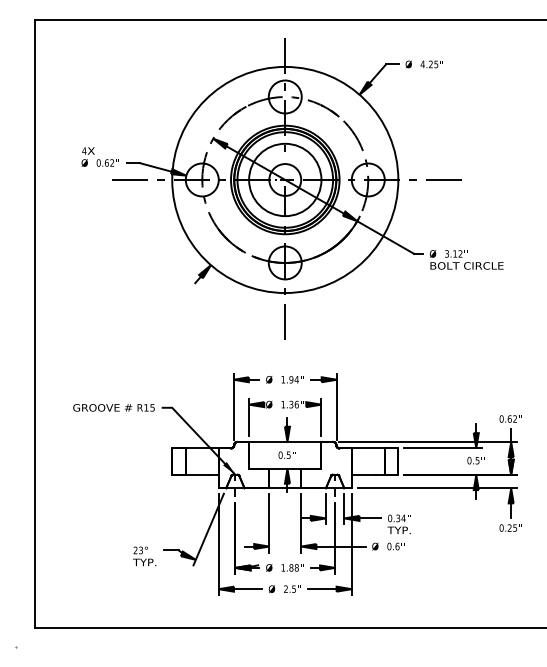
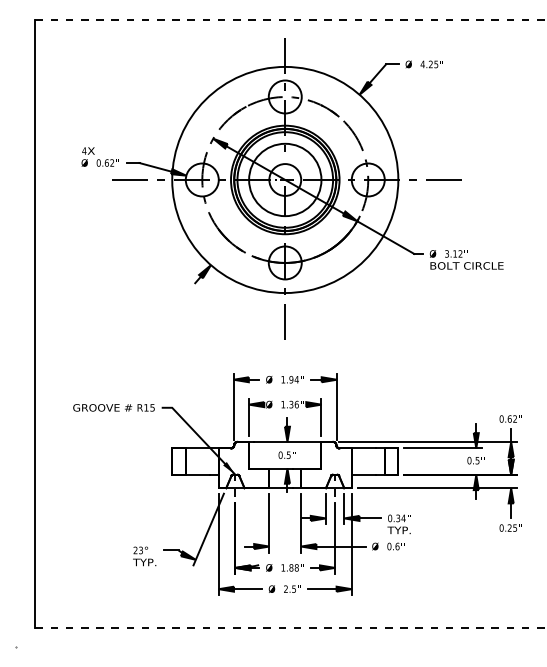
line at (291, 20): solid -> dashed
line at (291, 627): solid -> dashed
